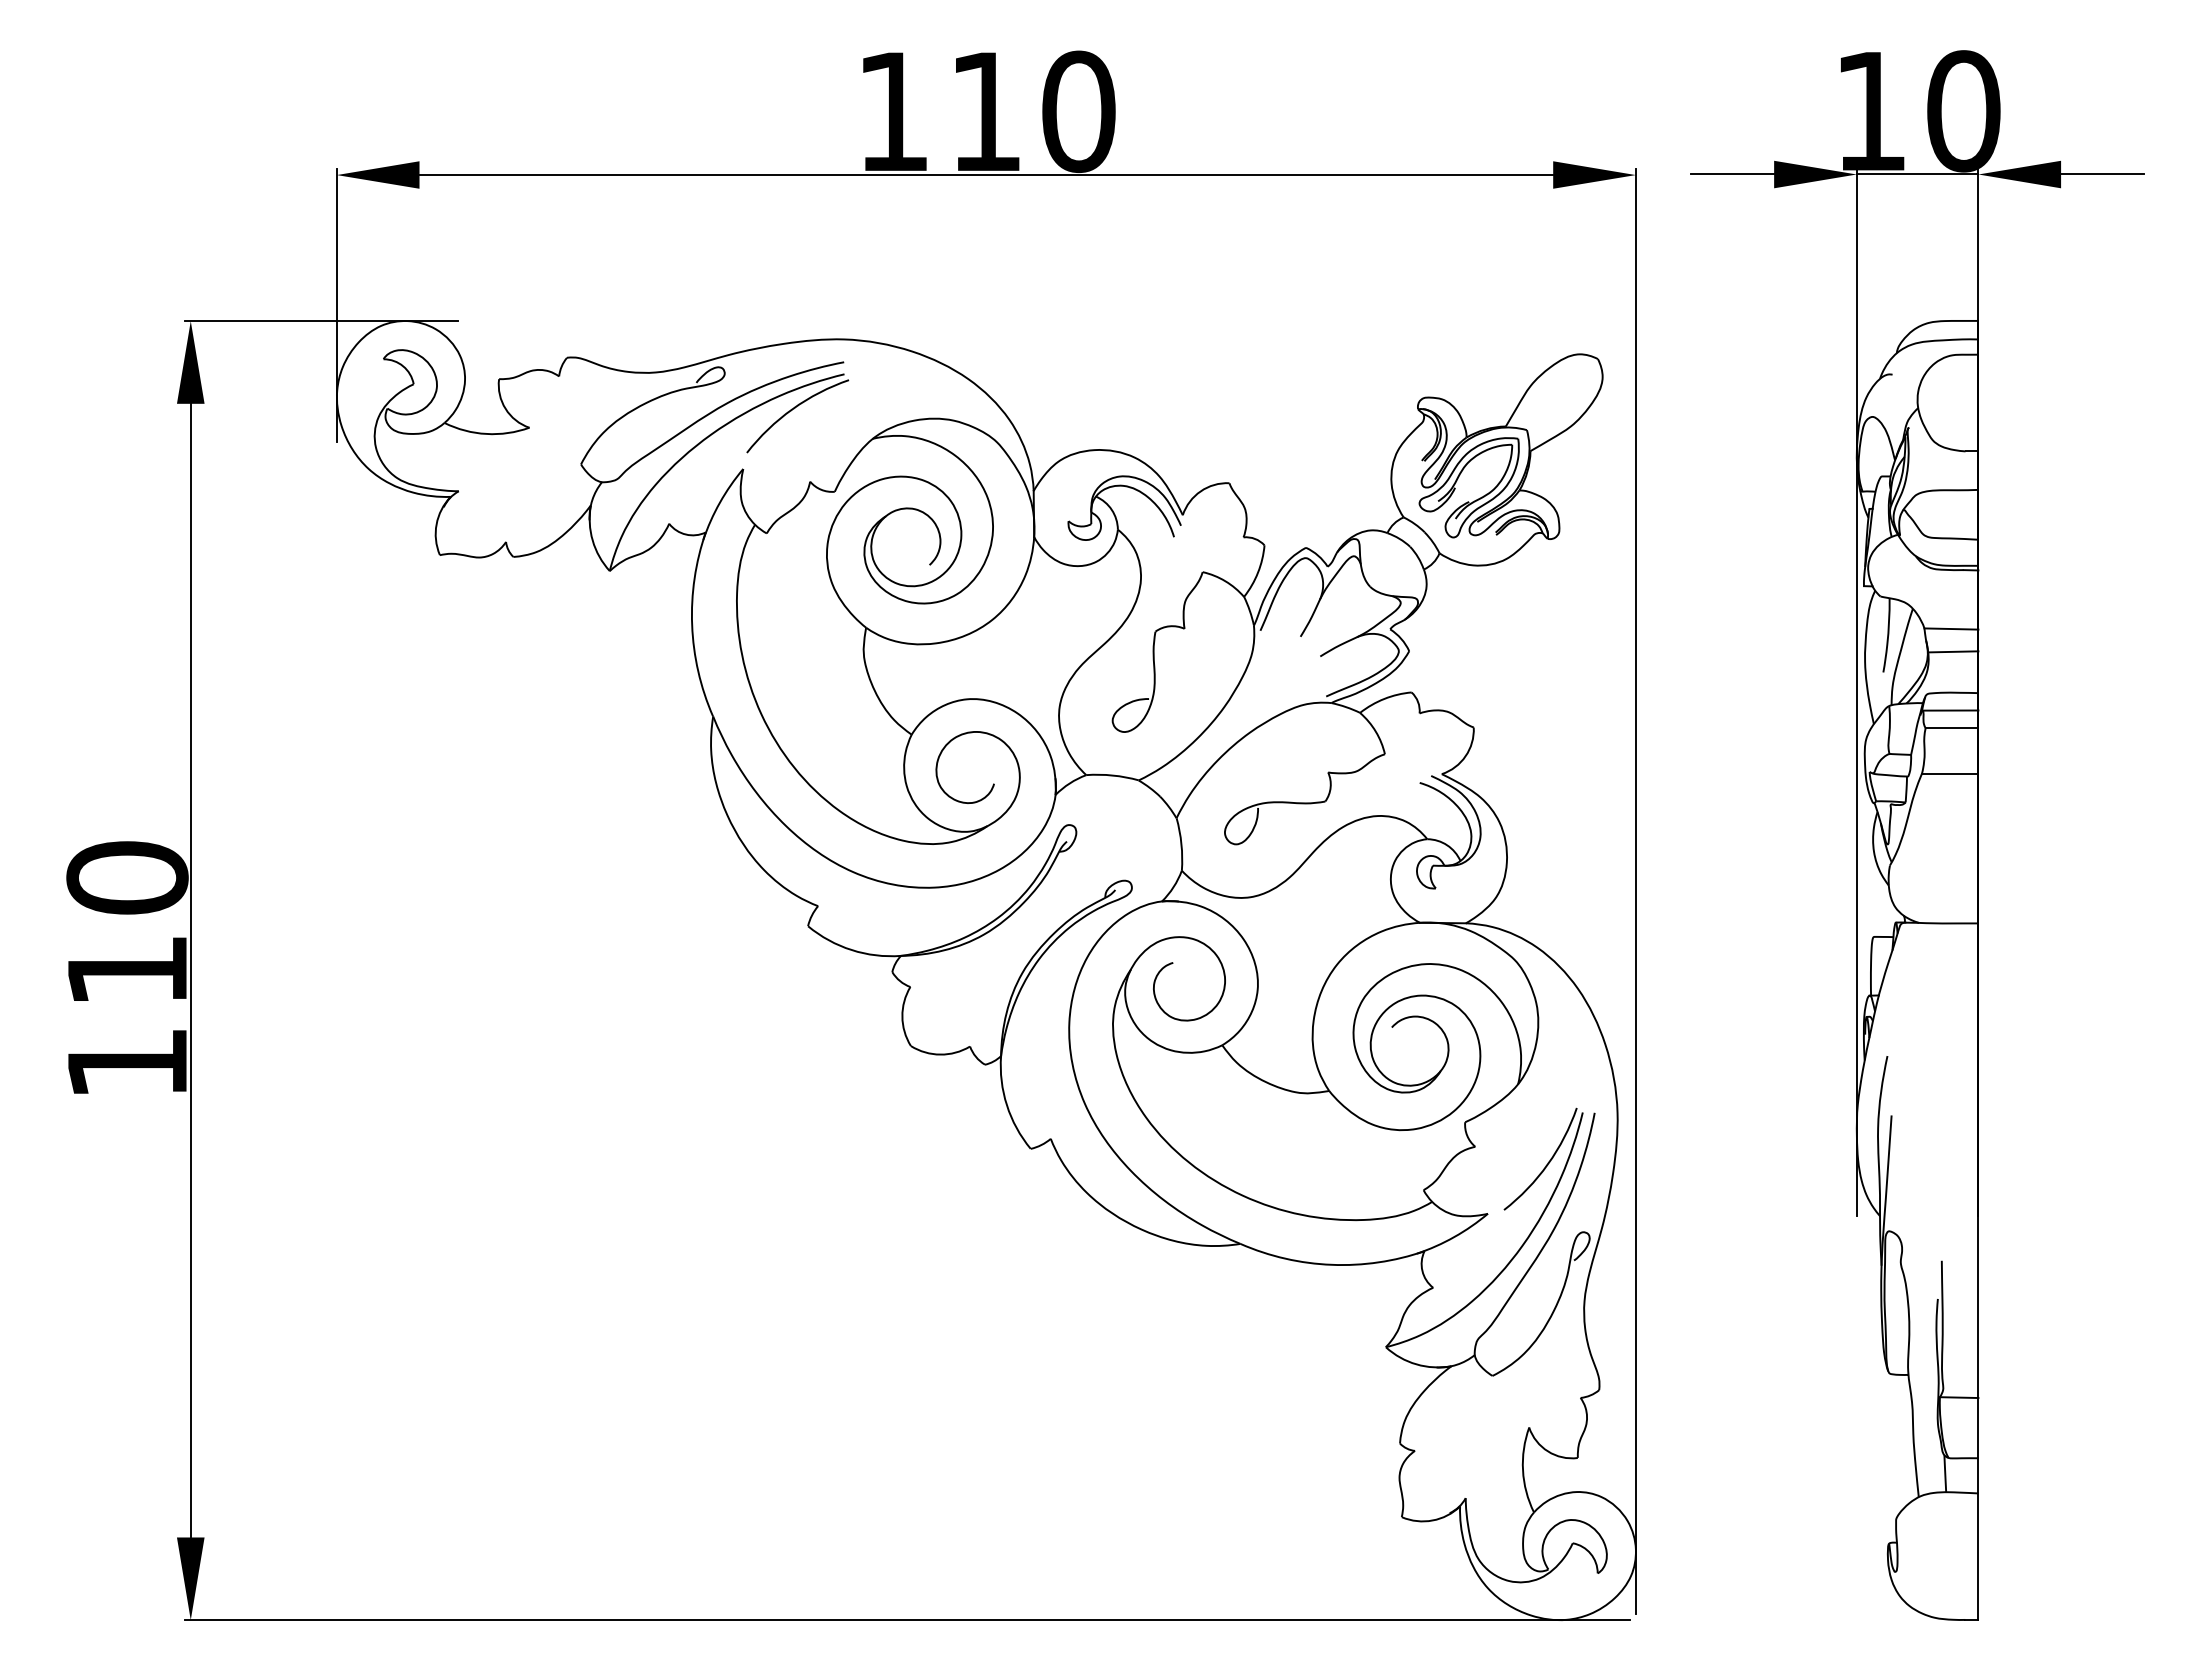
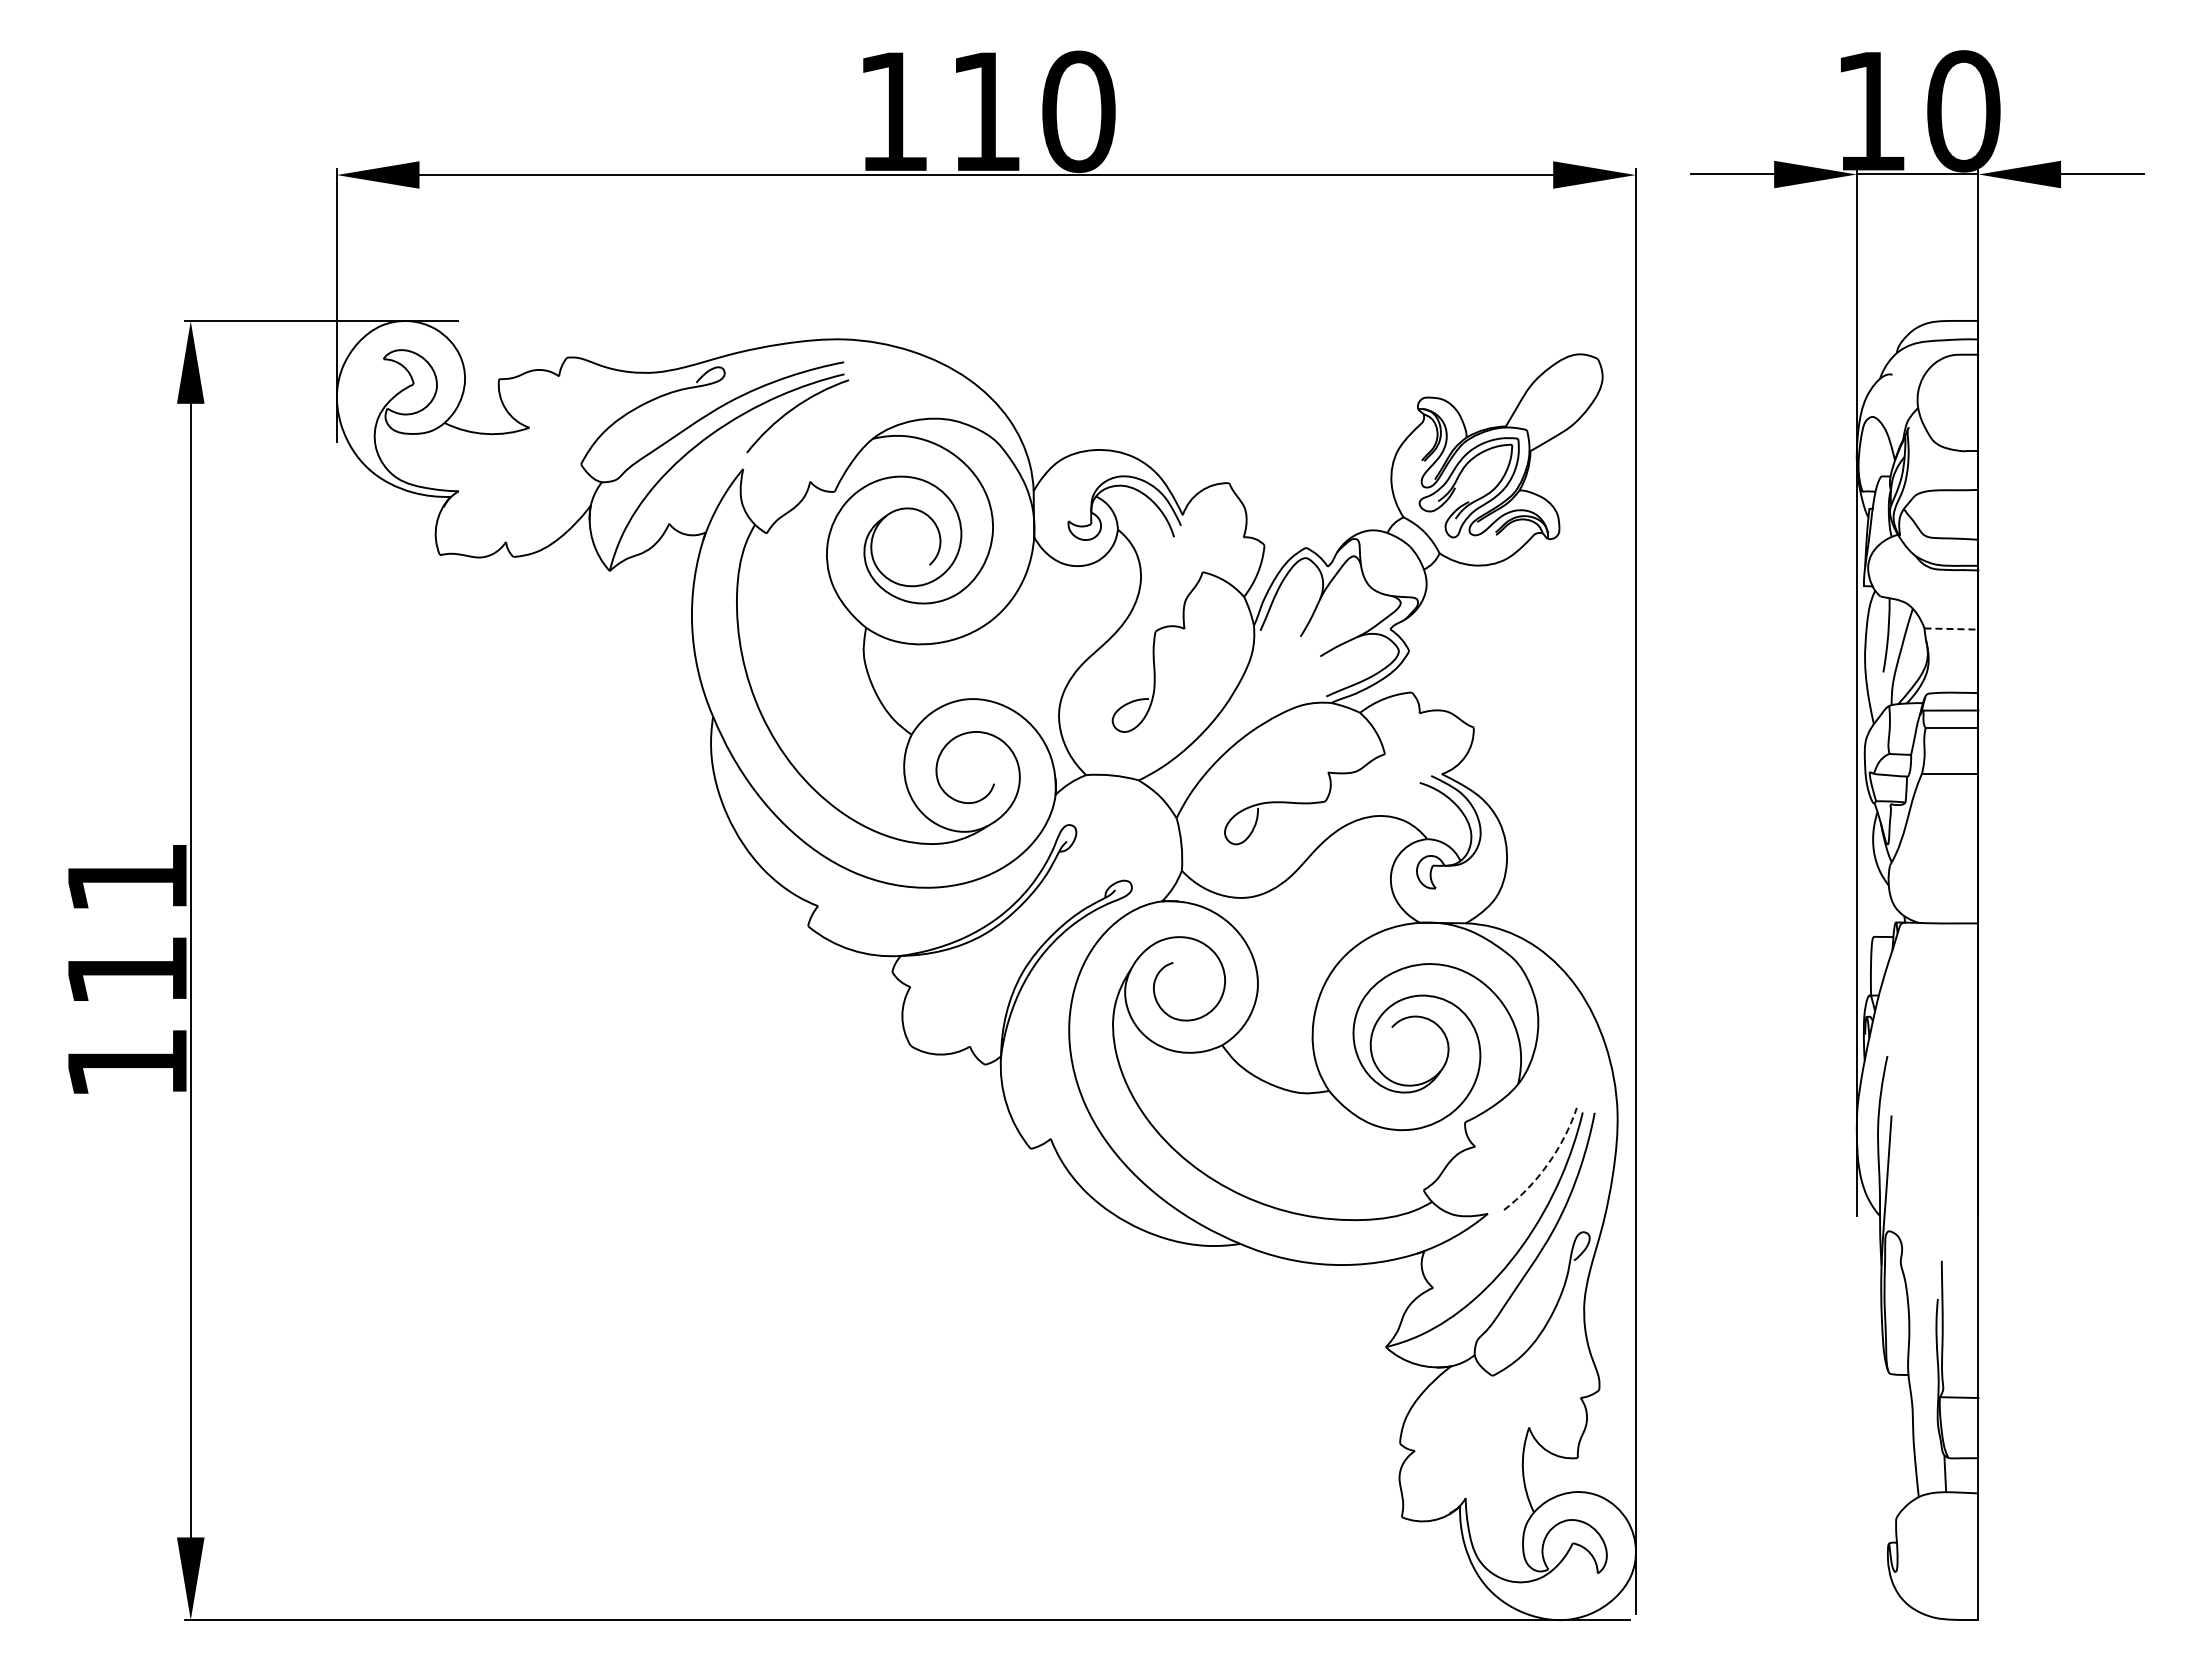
line at (1951, 629): solid -> dashed
line at (1953, 651): present -> none
text at (127, 877): 110 -> 111
arc at (1547, 1164): solid -> dashed
